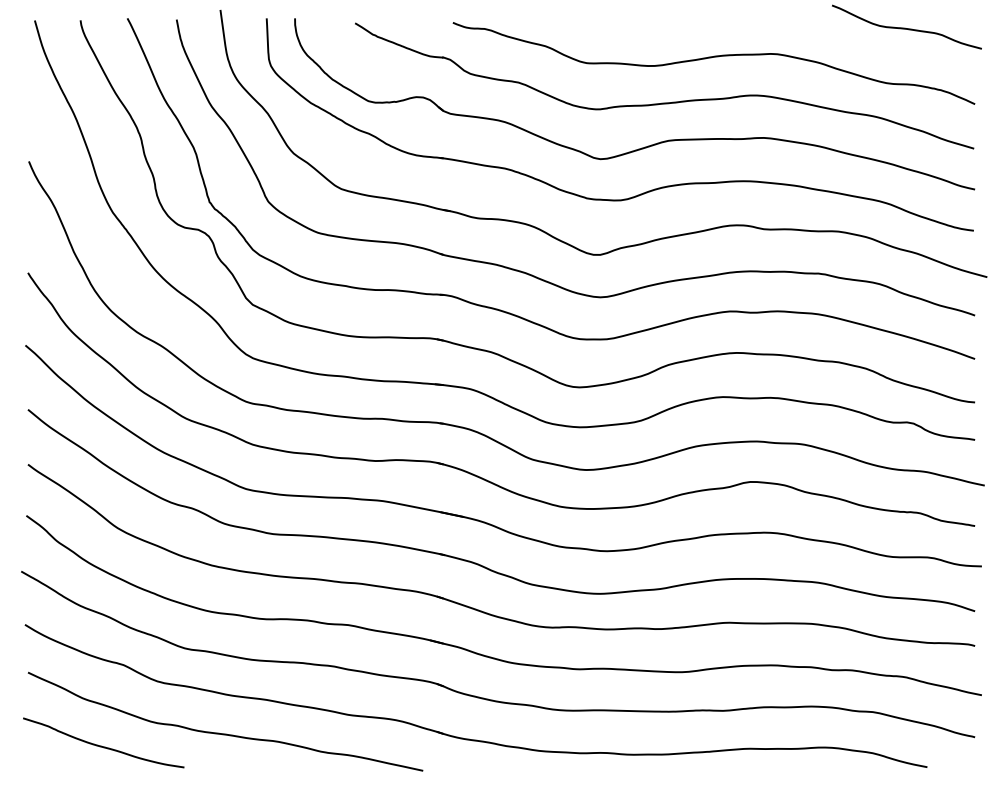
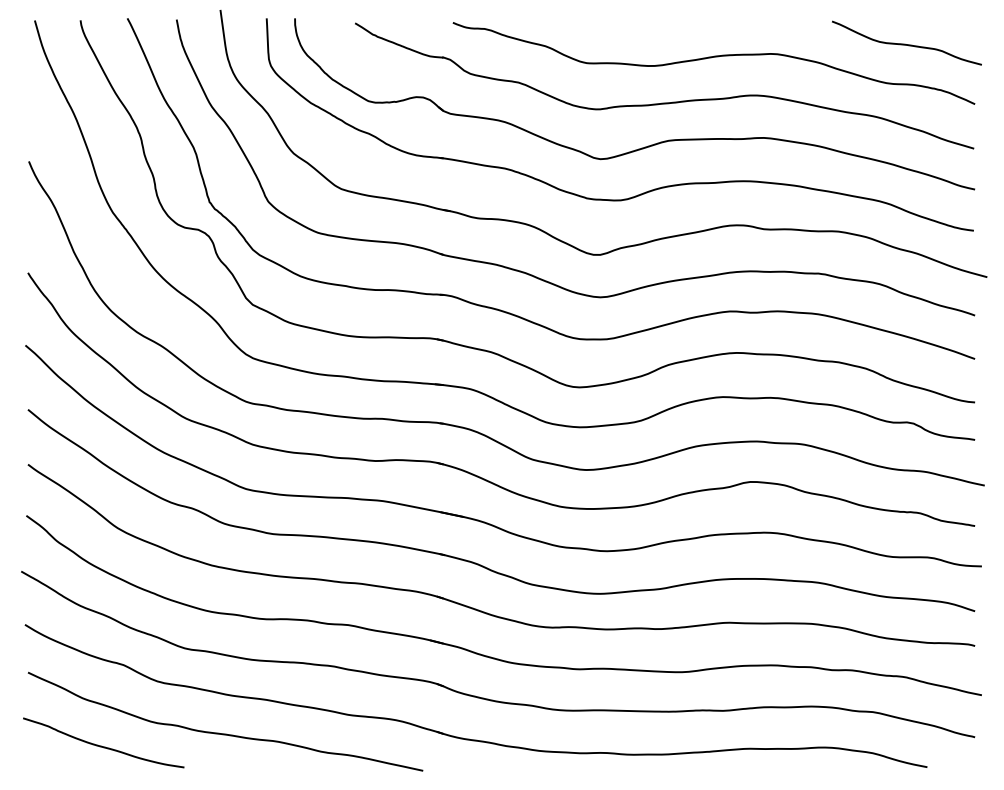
curve at (905, 27) position: (905, 27) -> (905, 43)
